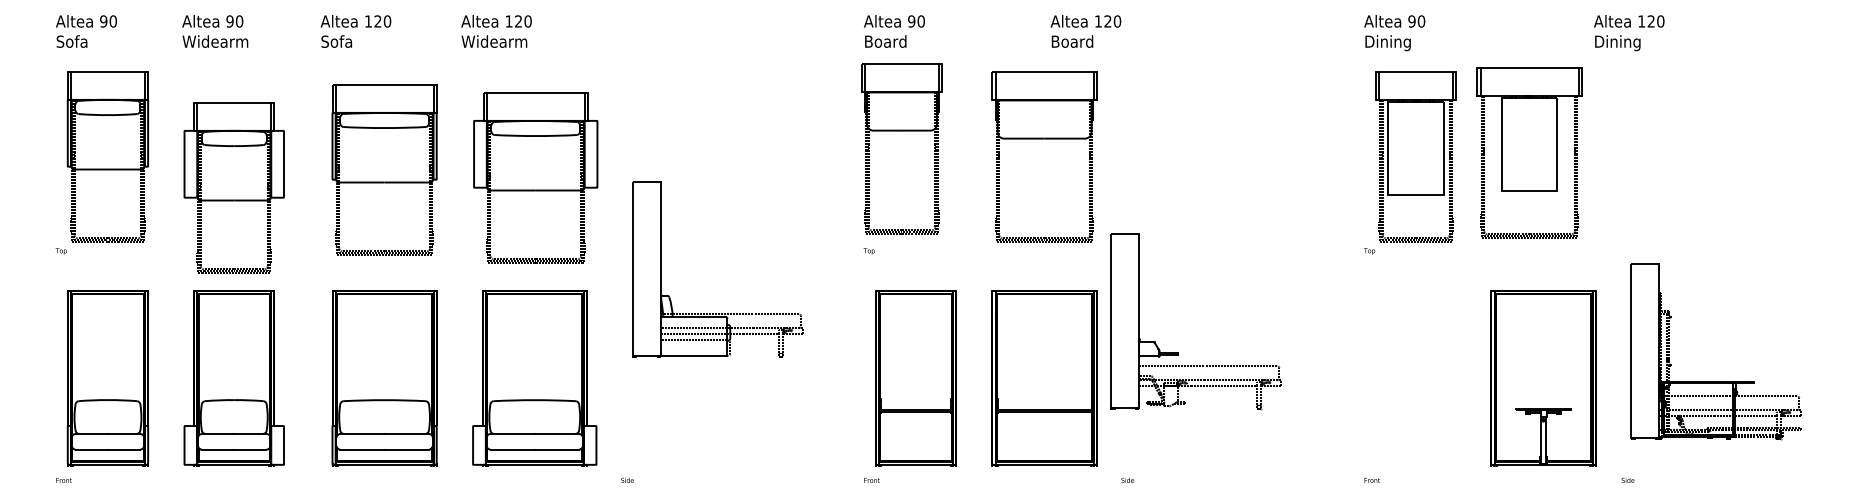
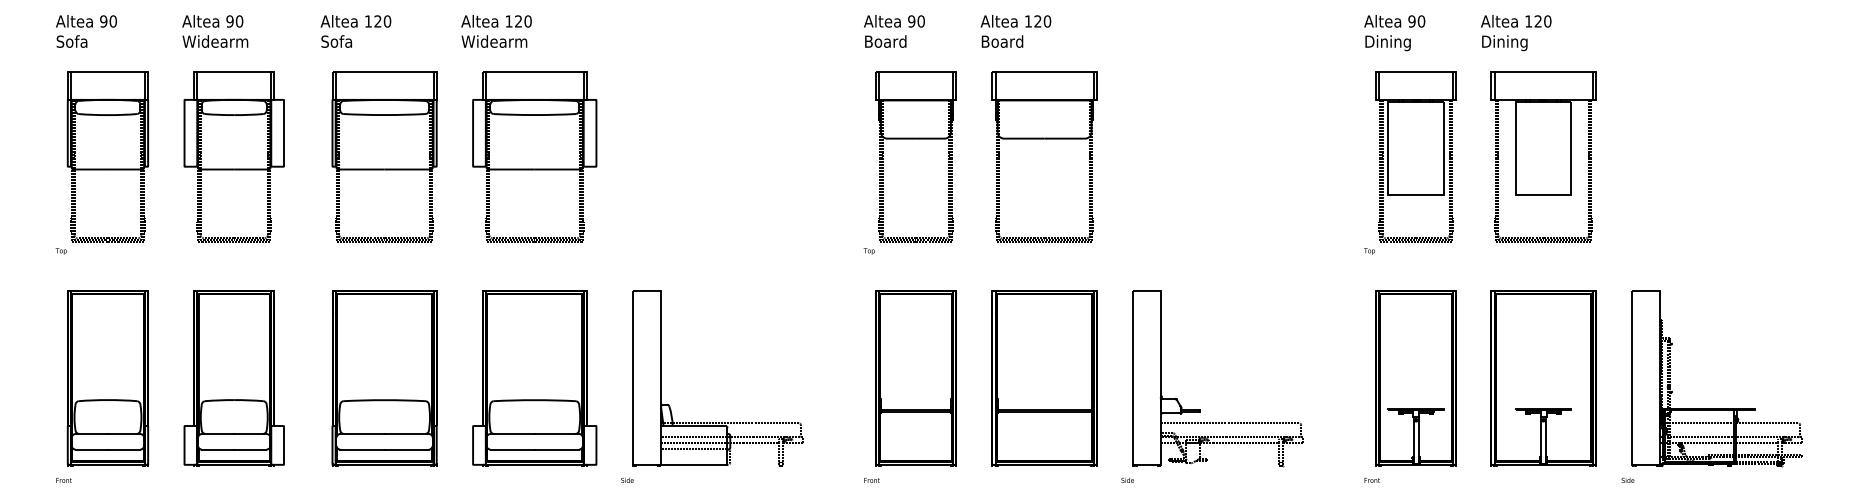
text at (1085, 31) position: (1085, 31) -> (1015, 31)
text at (1629, 33) position: (1629, 33) -> (1516, 33)
part at (901, 131) position: (901, 131) -> (915, 139)
part at (1529, 152) position: (1529, 152) -> (1543, 156)
part at (384, 169) position: (384, 169) -> (384, 156)
part at (535, 177) position: (535, 177) -> (534, 156)
part at (233, 187) position: (233, 187) -> (233, 156)
part at (716, 313) position: (716, 313) -> (716, 422)
part at (1178, 352) position: (1178, 352) -> (1200, 409)
part at (1415, 378): none -> present
part at (1715, 381) position: (1715, 381) -> (1716, 408)
